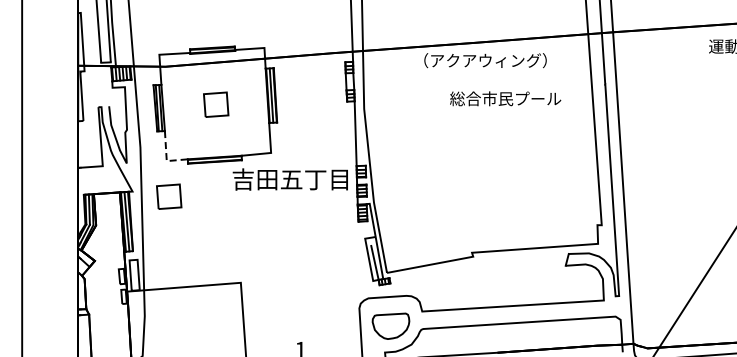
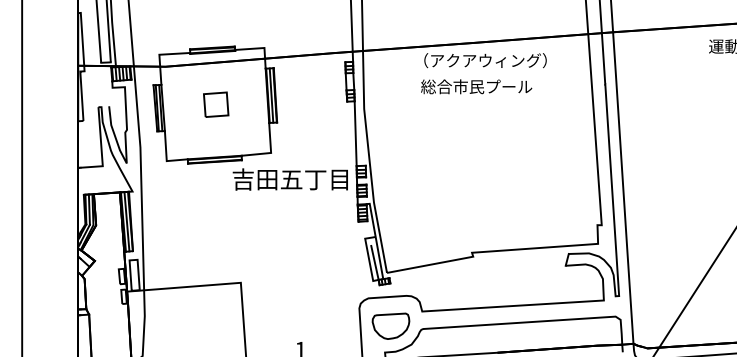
text at (505, 98) position: (505, 98) -> (476, 86)
line at (166, 157): dashed -> solid
part at (169, 196): present -> none
